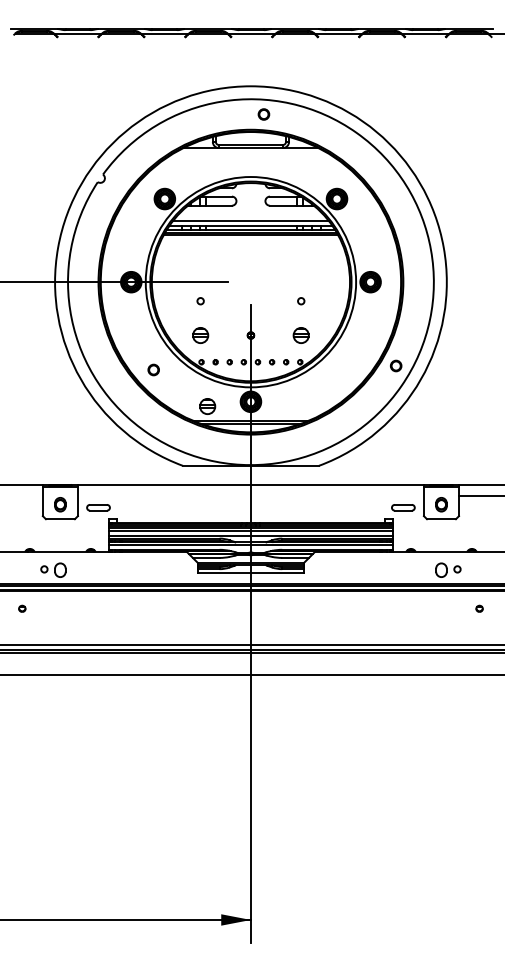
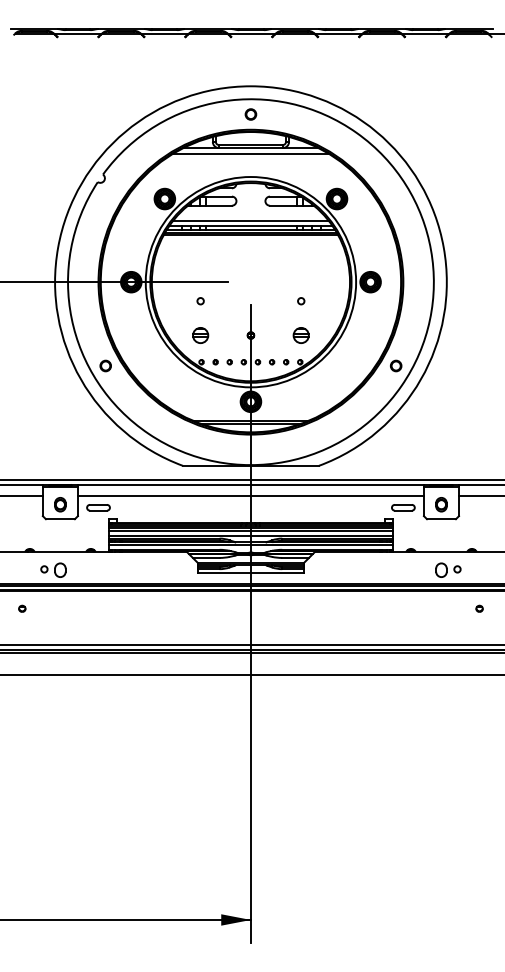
part at (263, 114) position: (263, 114) -> (250, 114)
line at (250, 154): none -> present
part at (153, 369) position: (153, 369) -> (105, 365)
part at (207, 406): present -> none
line at (251, 480): none -> present
line at (22, 495): none -> present
line at (250, 495): none -> present
